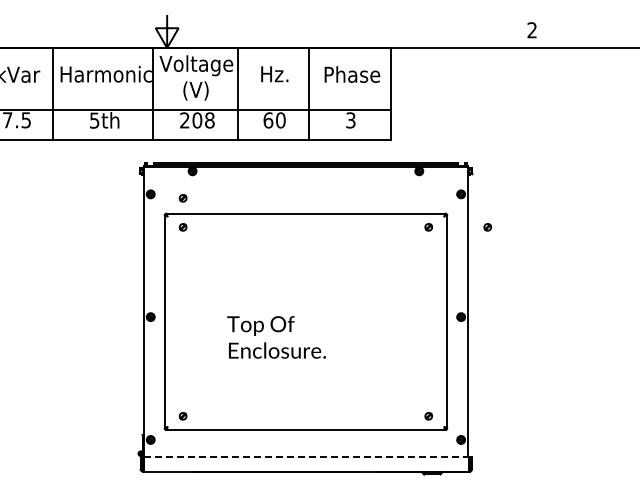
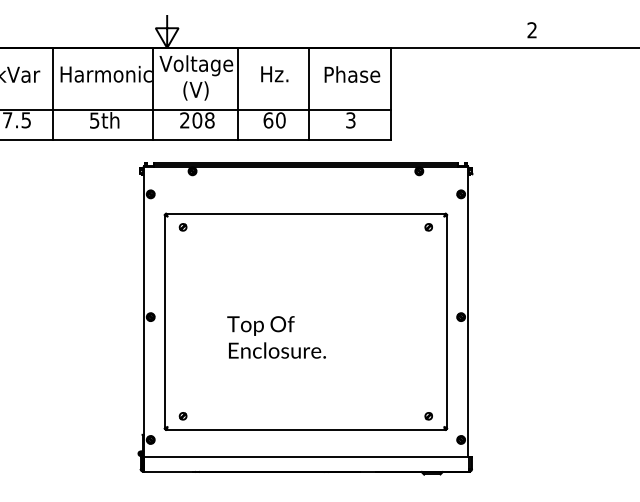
part at (182, 198): present -> none
part at (487, 227): present -> none
line at (306, 457): dashed -> solid
